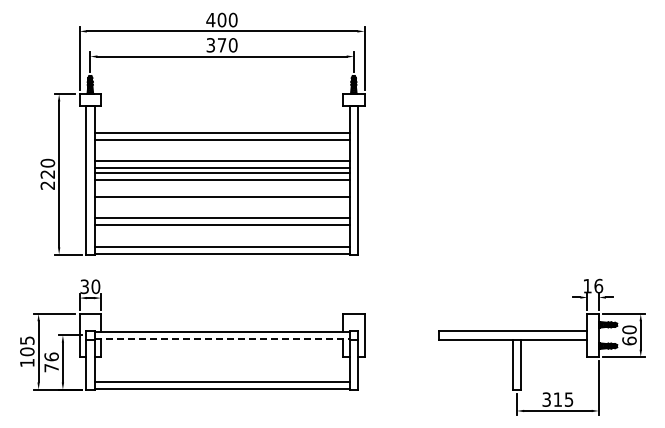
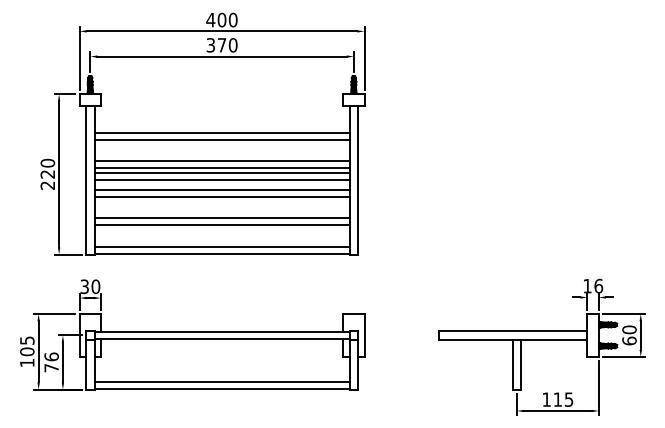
line at (221, 189): none -> present
line at (222, 339): dashed -> solid
text at (546, 399): 315 -> 115
